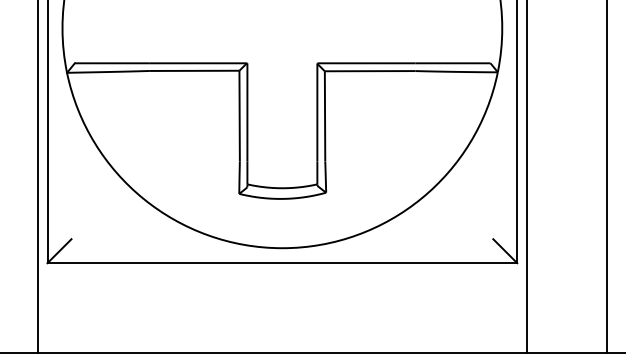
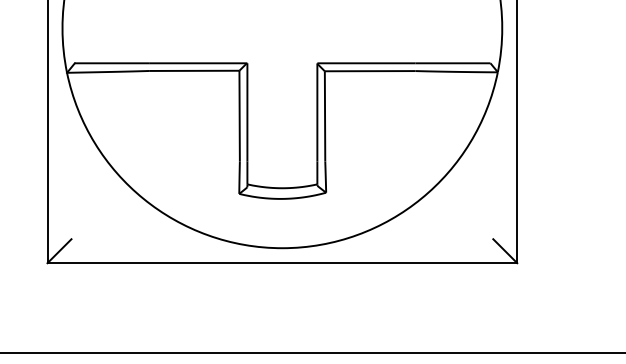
line at (37, 177): present -> none
line at (527, 177): present -> none
line at (607, 177): present -> none
